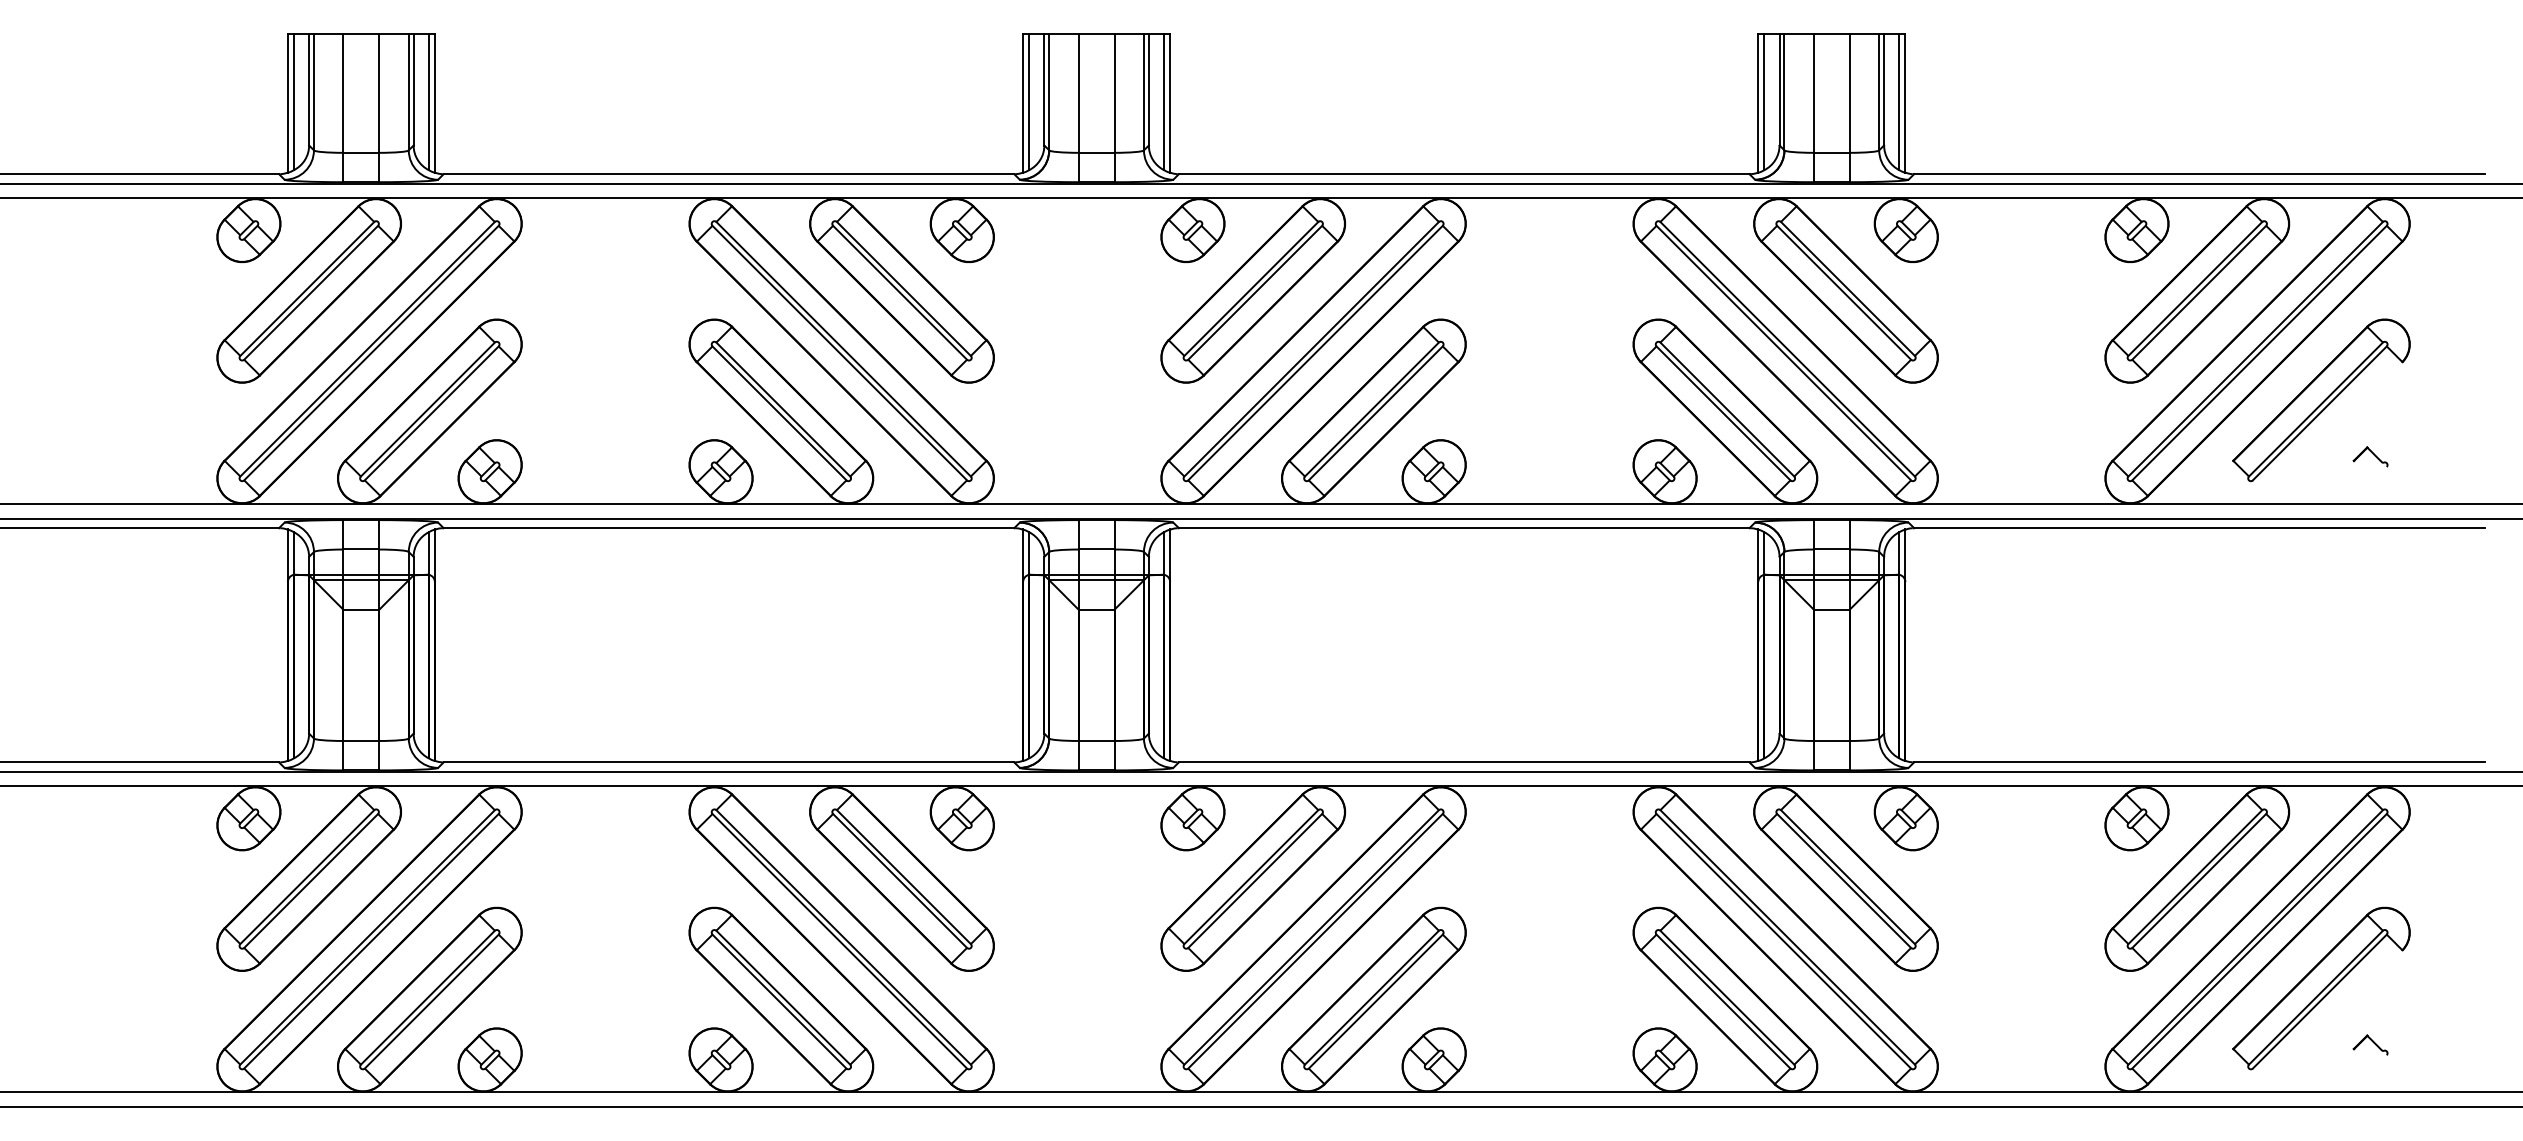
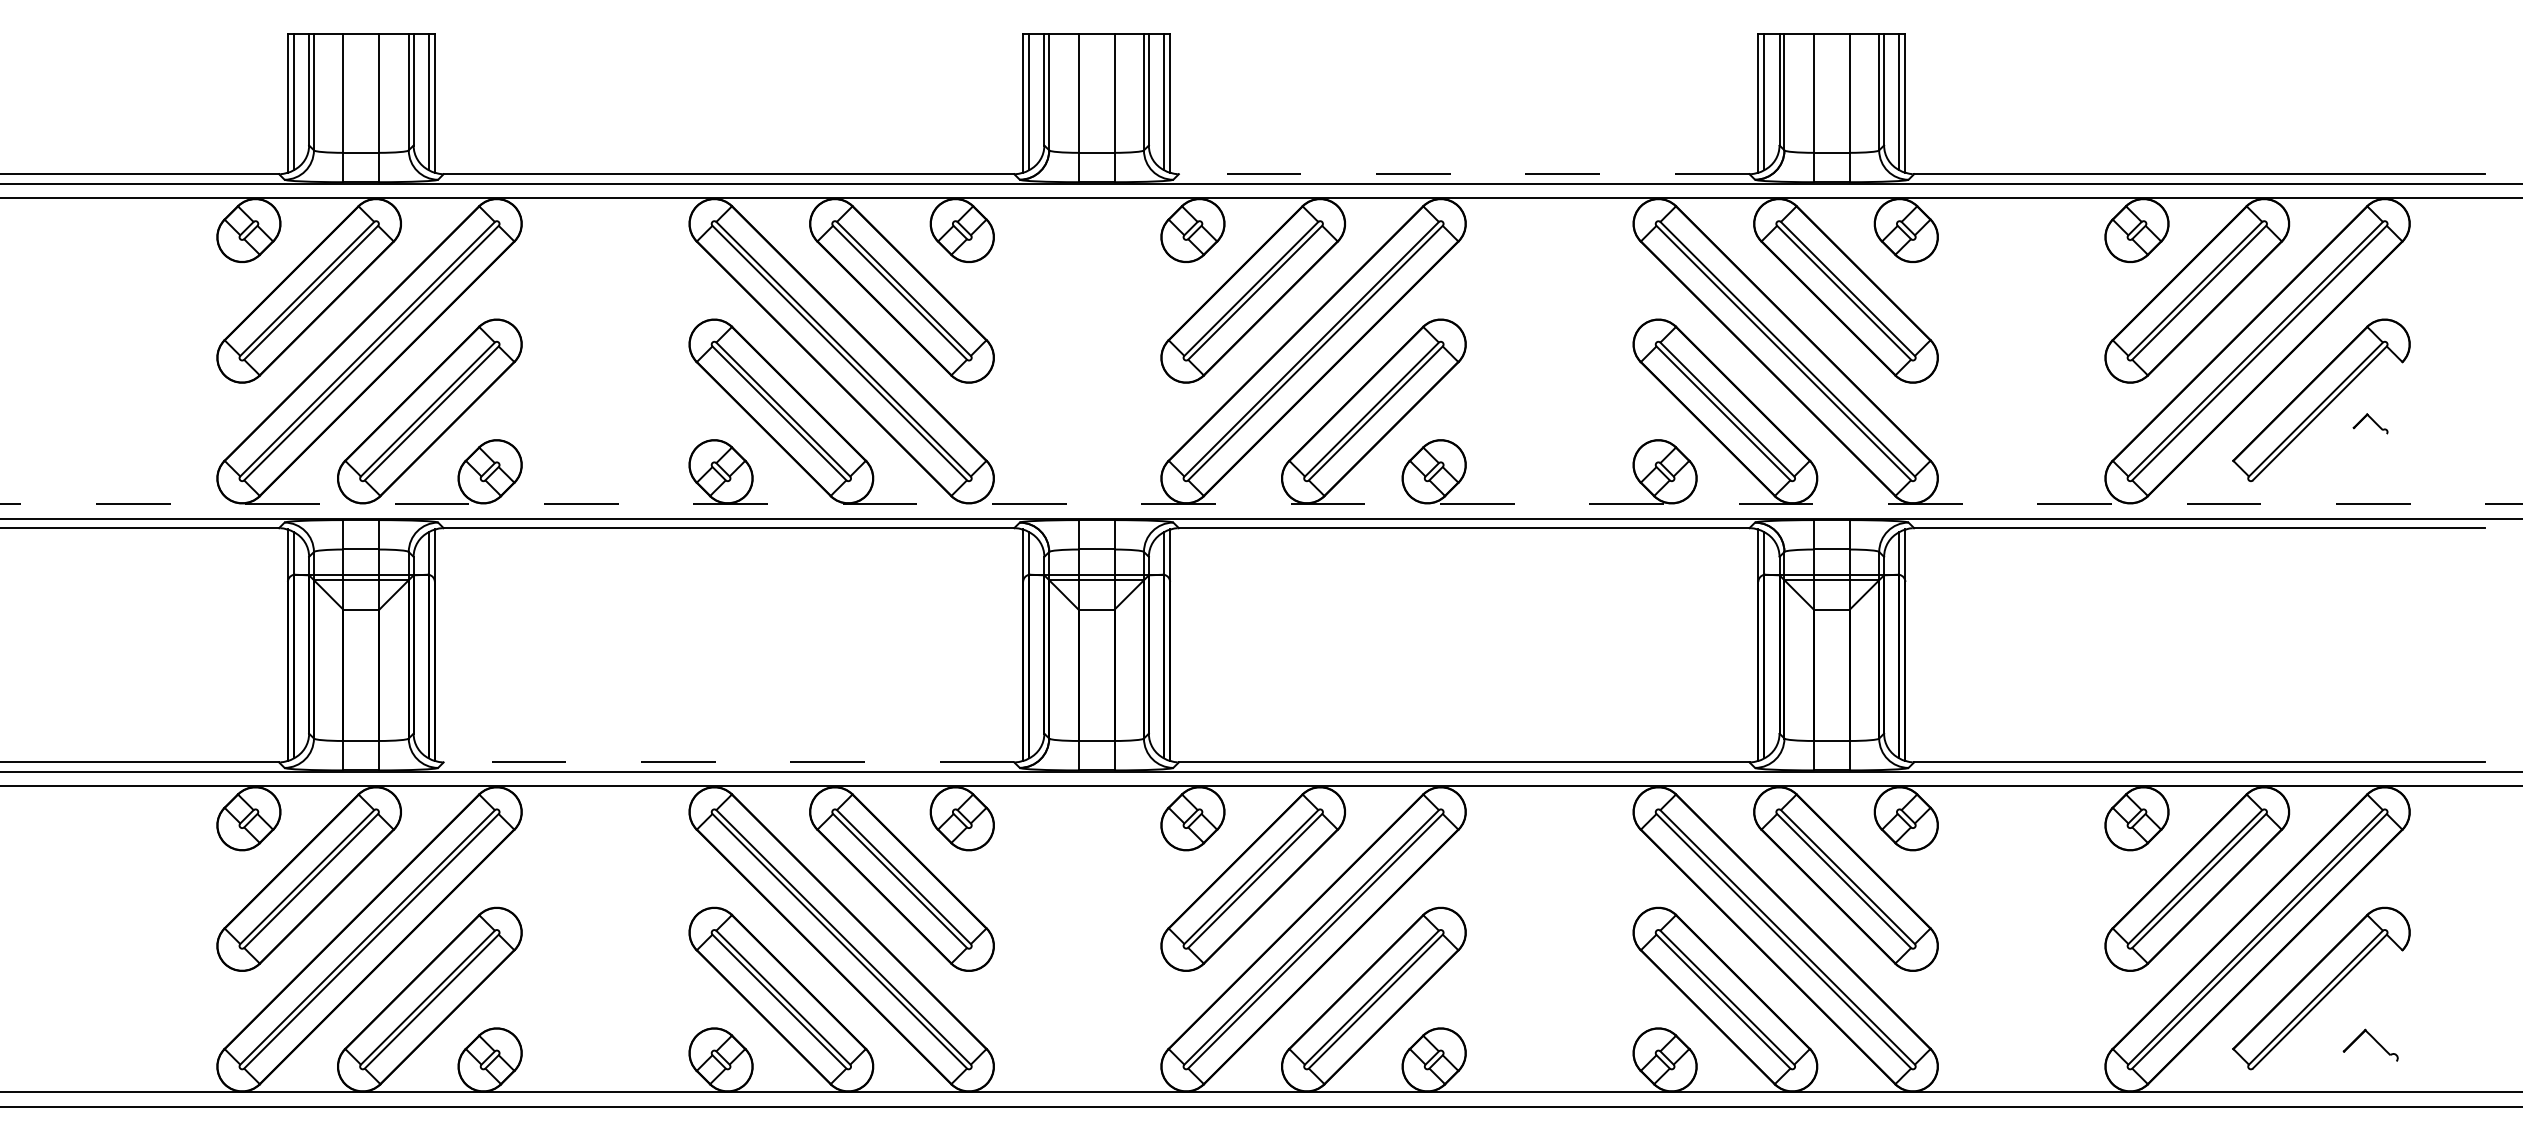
line at (1463, 174): solid -> dashed
part at (2370, 456) position: (2370, 456) -> (2370, 423)
line at (1261, 504): solid -> dashed
line at (728, 762): solid -> dashed
part at (2370, 1044) size: 37x22 px -> 57x34 px
